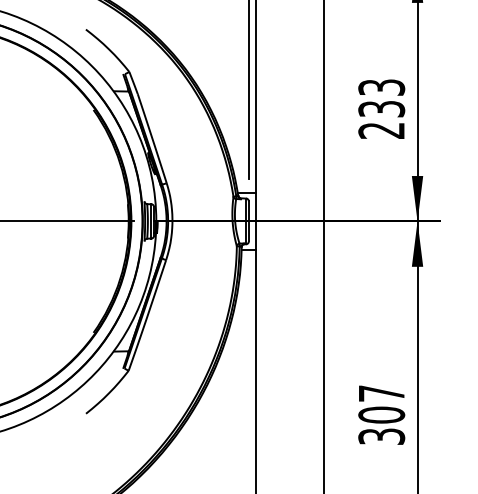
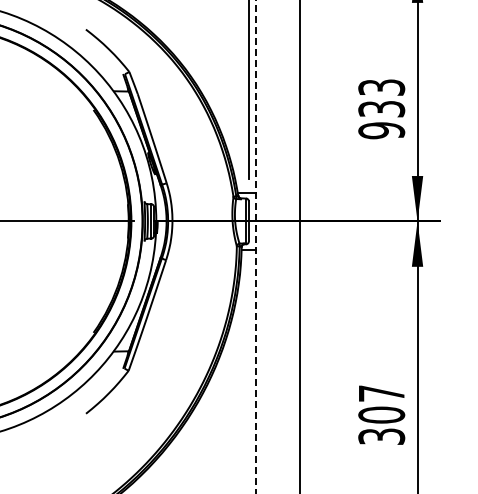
text at (381, 130): 233 -> 933
line at (255, 246): solid -> dashed
line at (323, 246) position: (323, 246) -> (299, 246)
